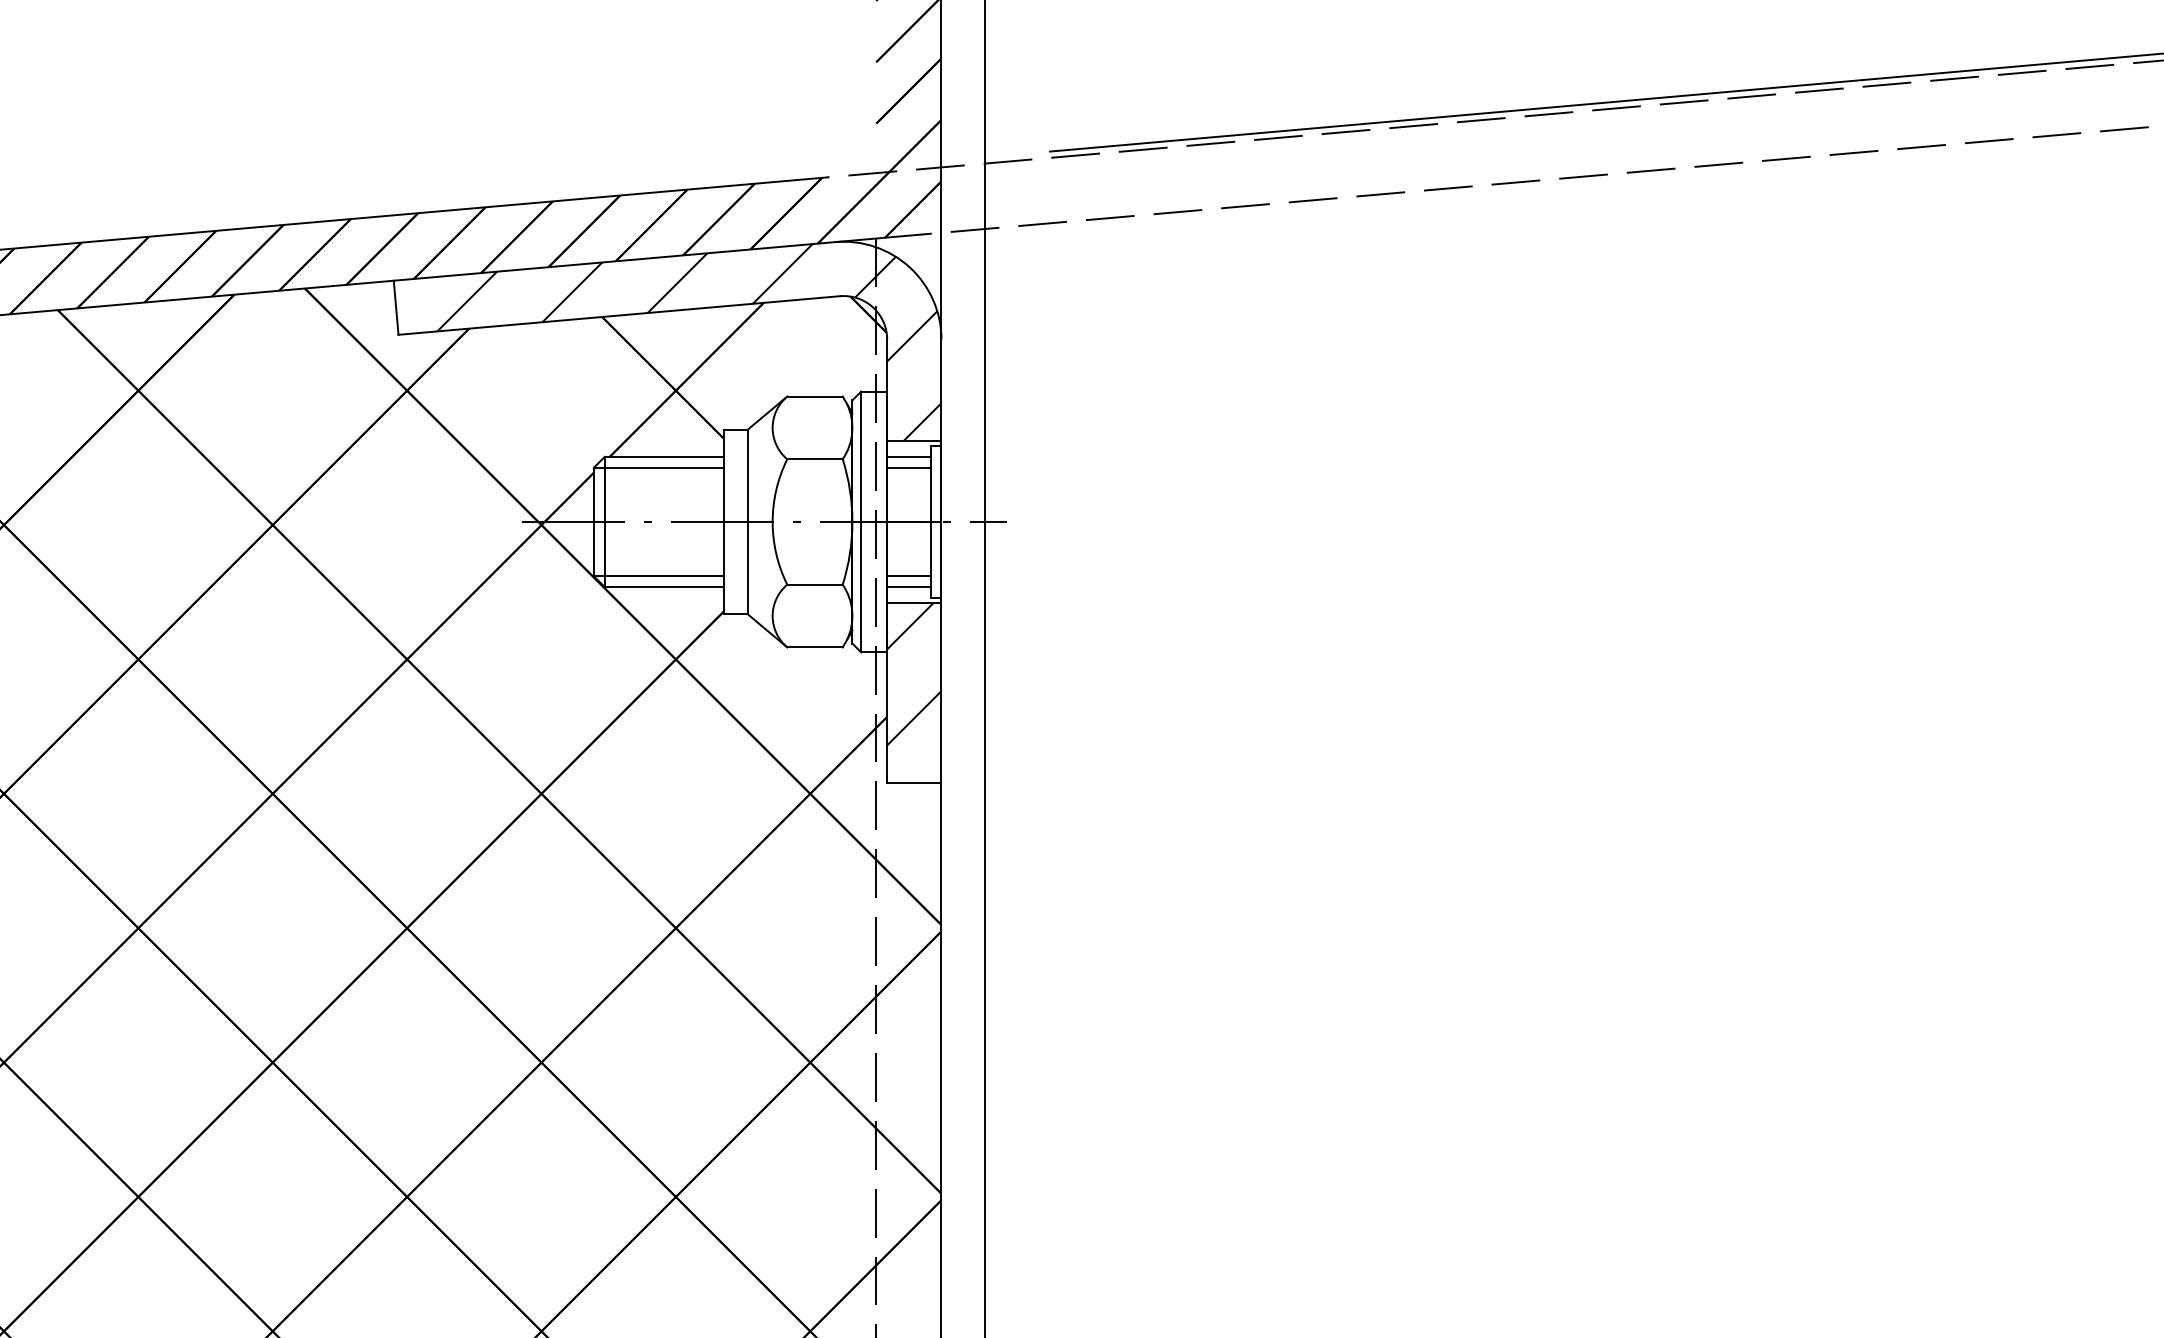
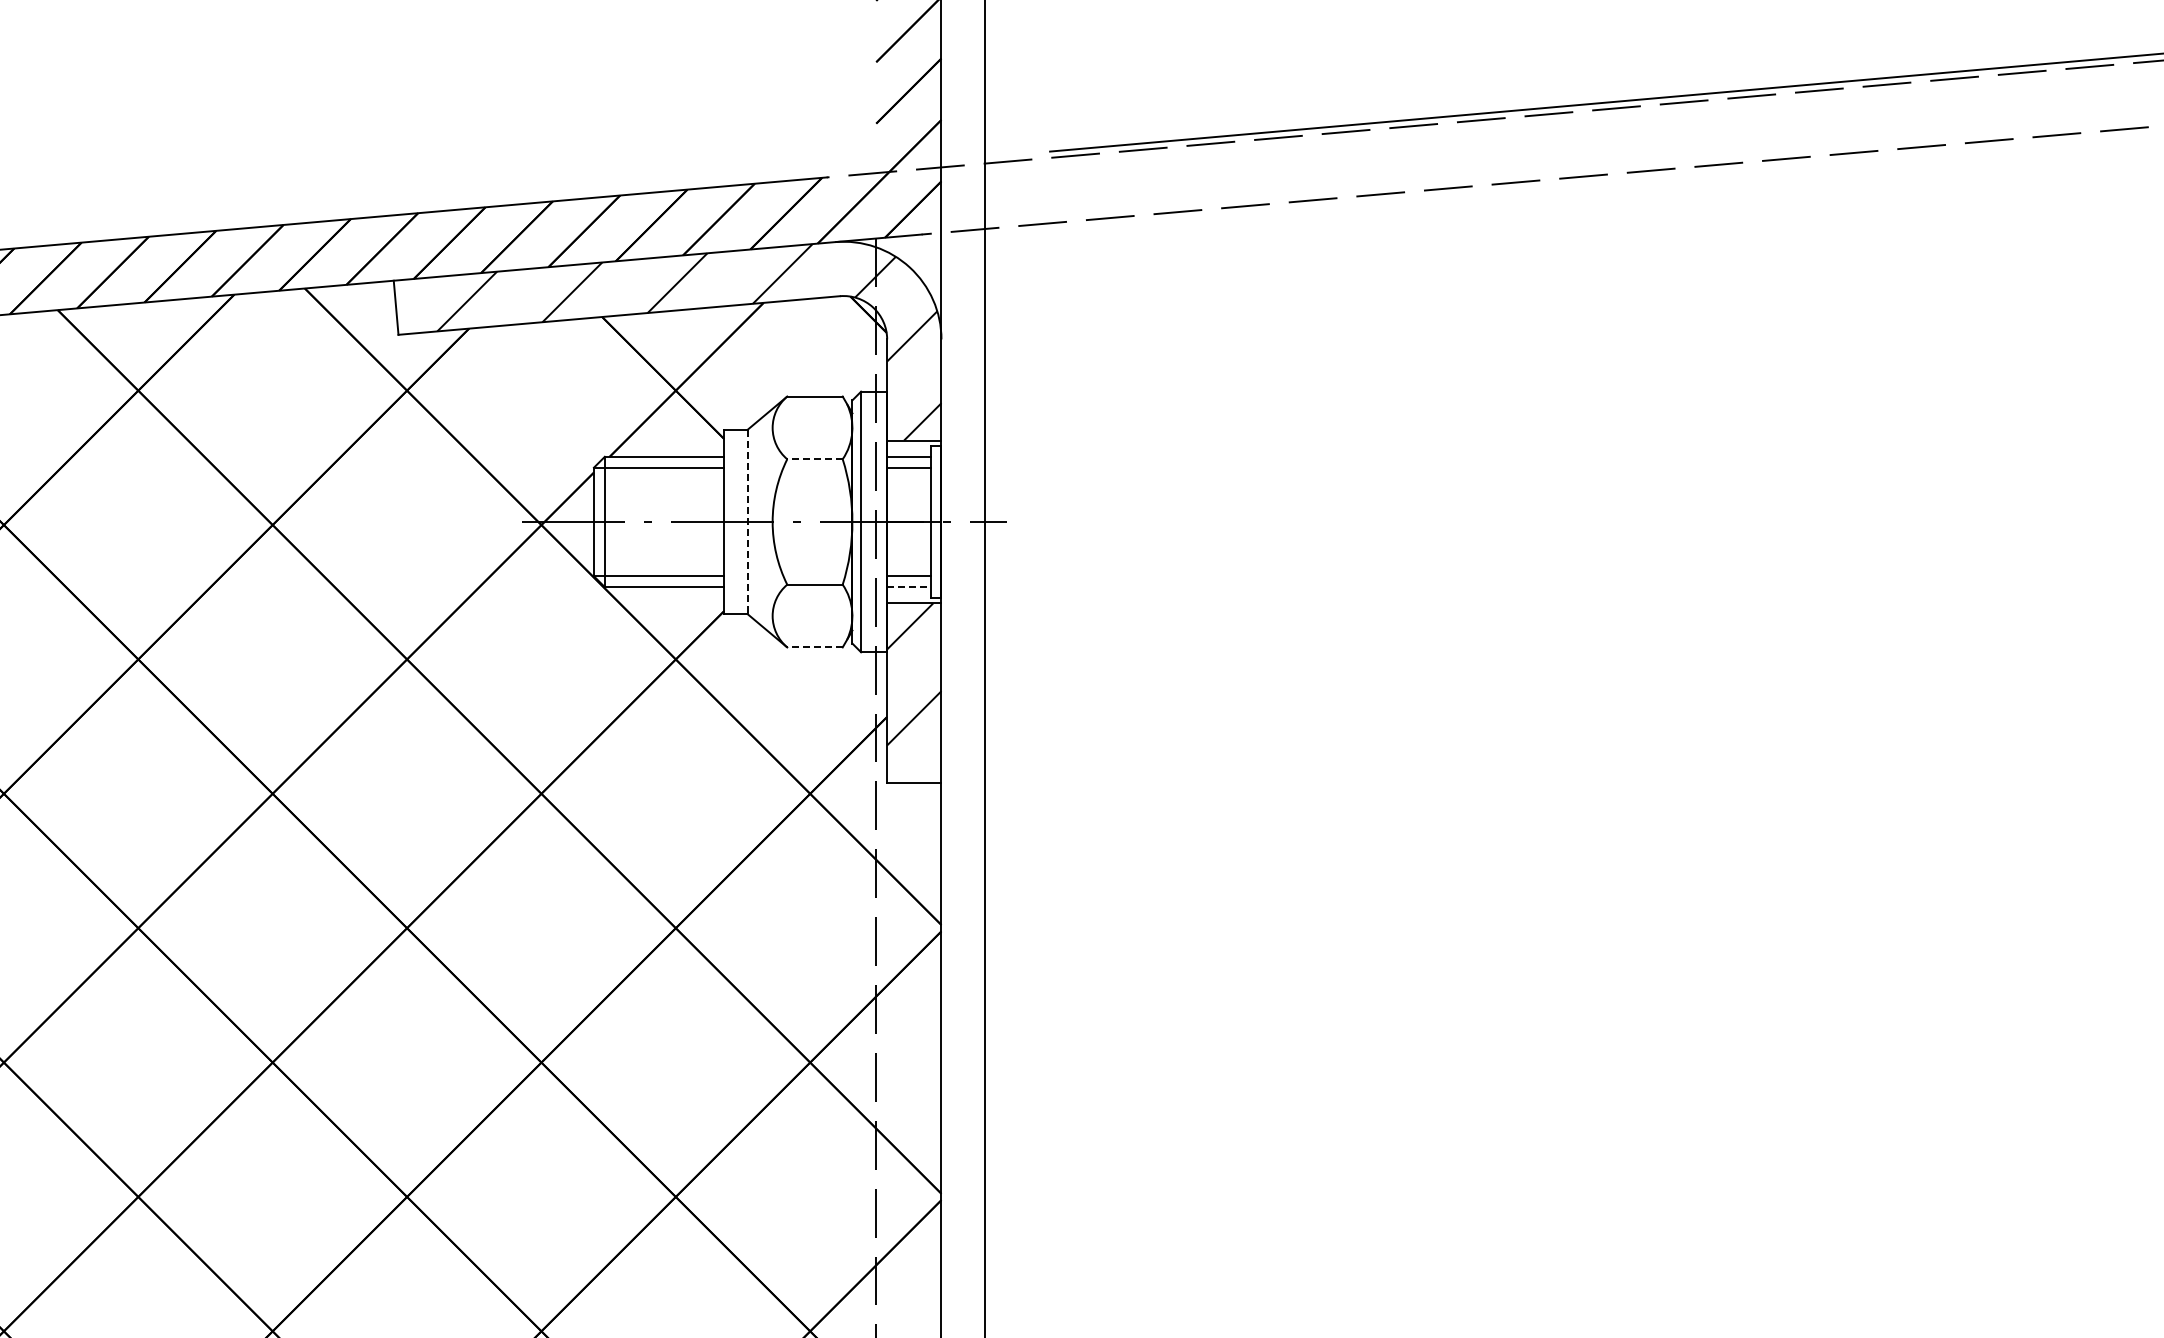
line at (814, 459): solid -> dashed
line at (747, 522): solid -> dashed
line at (908, 587): solid -> dashed
line at (814, 647): solid -> dashed
